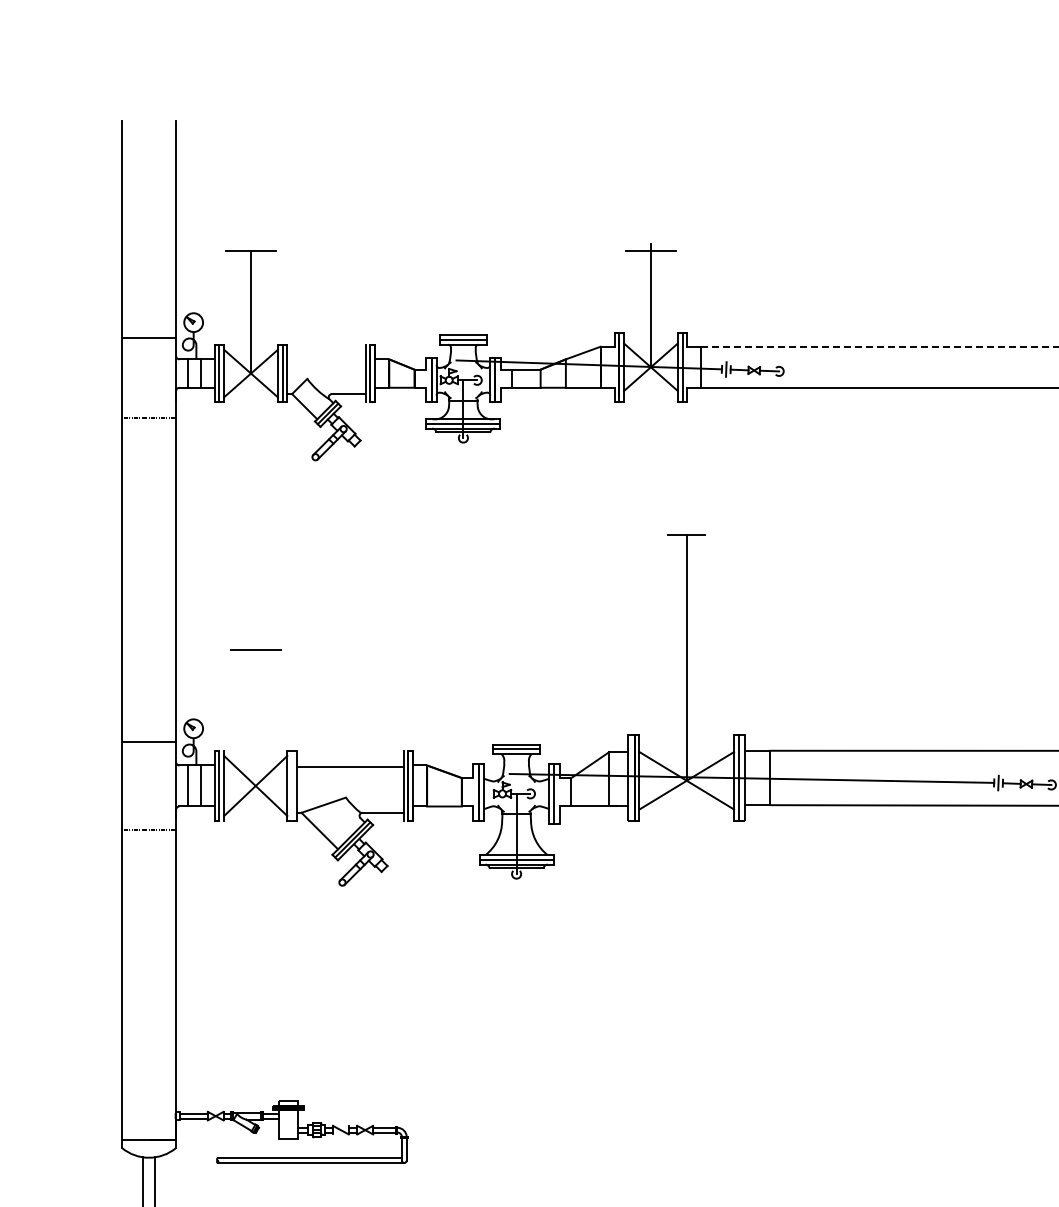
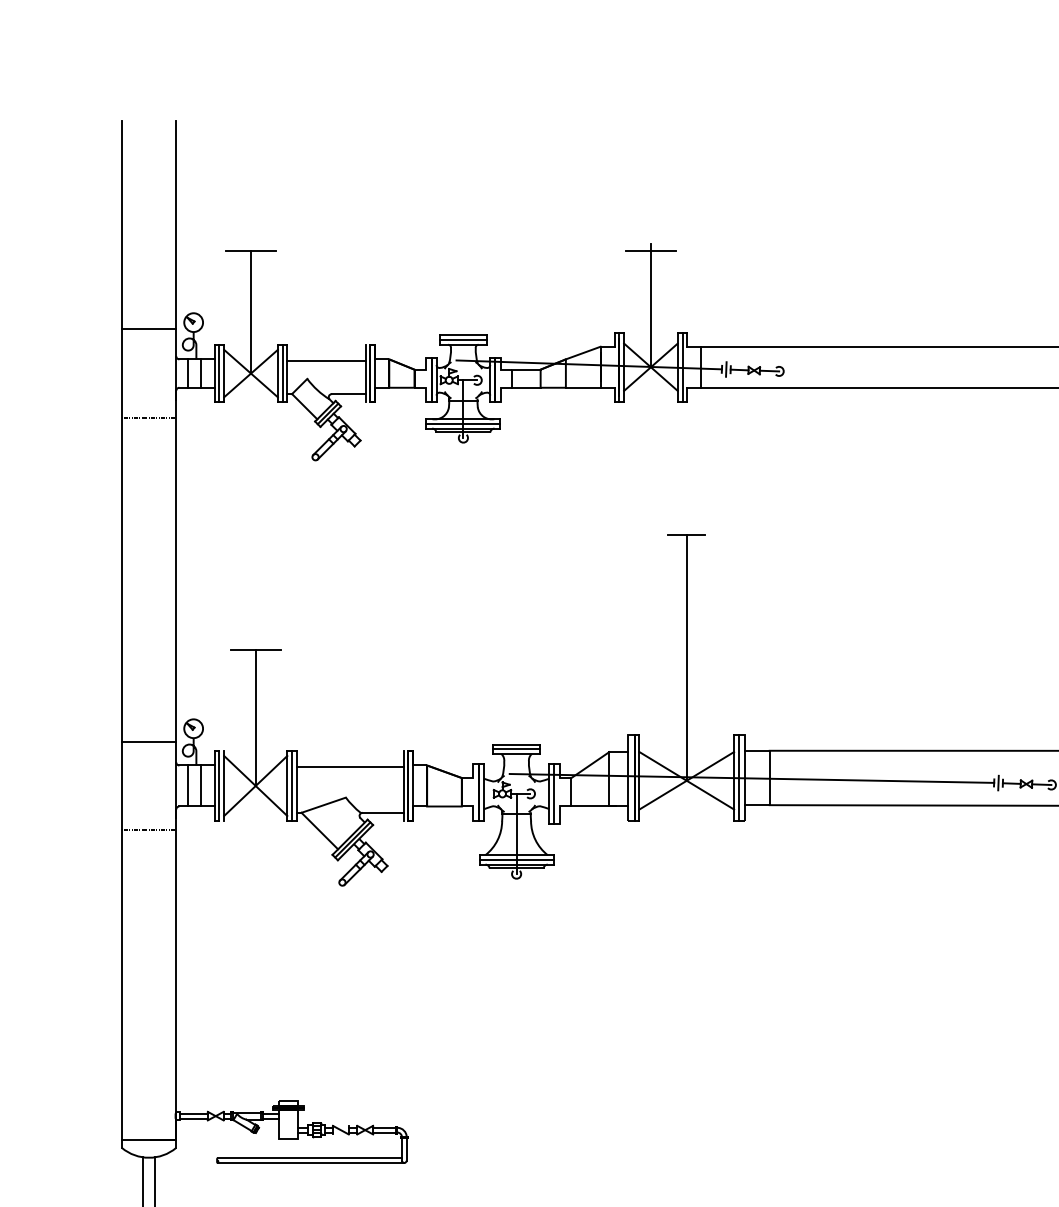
line at (148, 338) position: (148, 338) -> (148, 329)
line at (880, 346): dashed -> solid
line at (326, 360): none -> present
line at (255, 717): none -> present
line at (292, 785): none -> present
